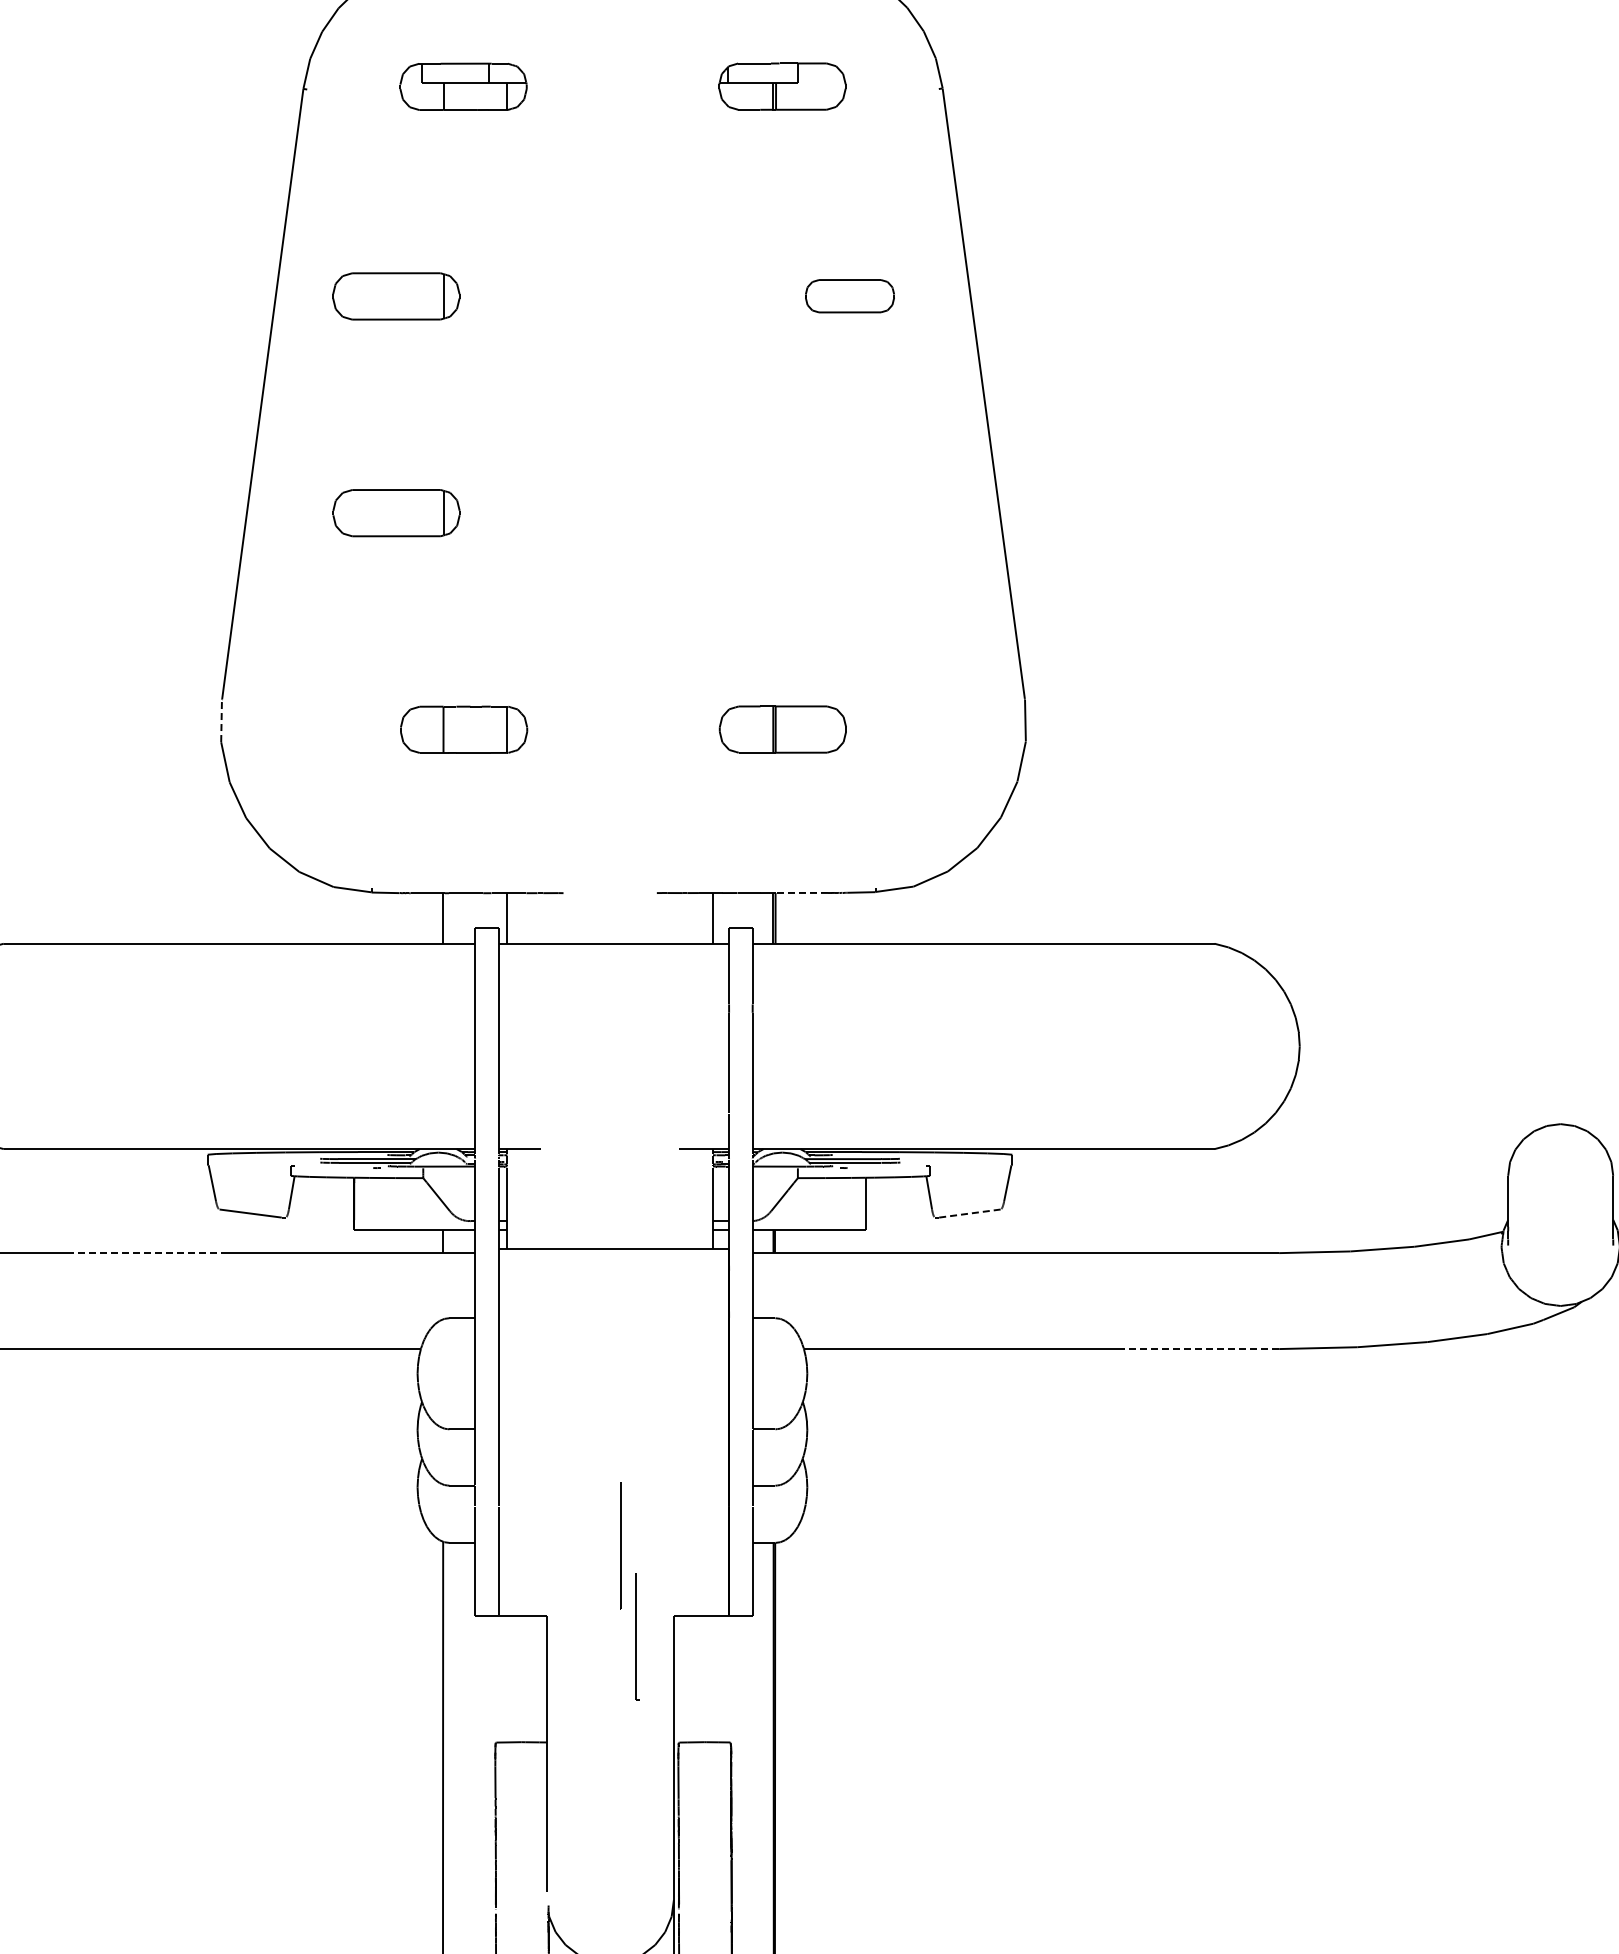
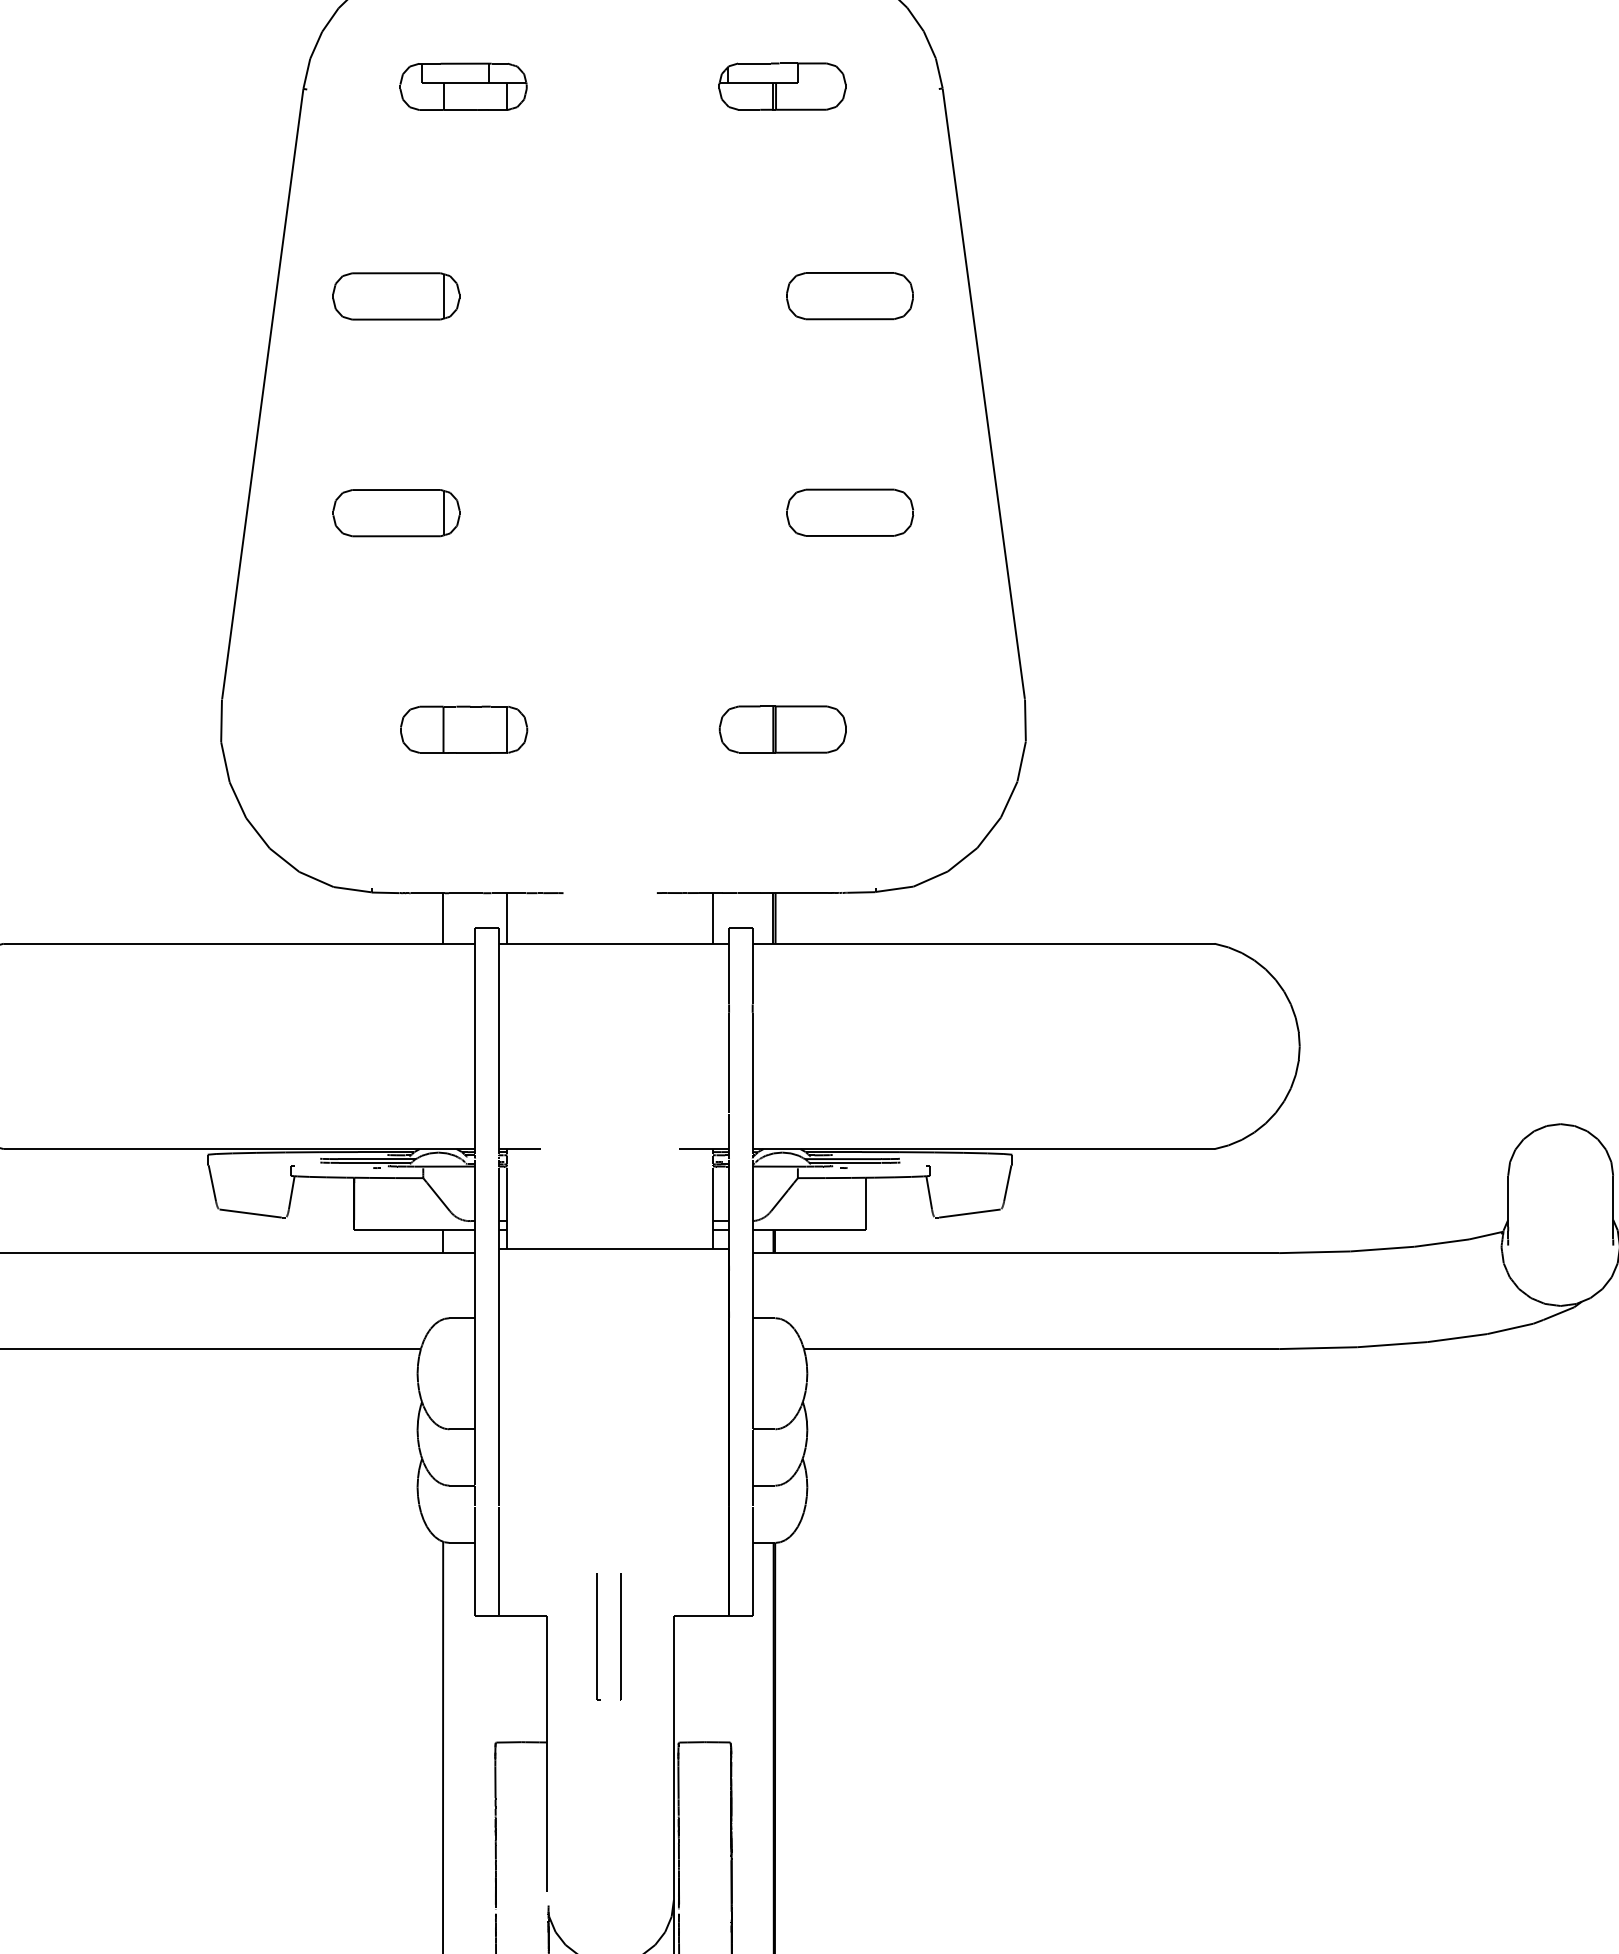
part at (849, 296) size: 90x35 px -> 128x49 px
part at (850, 512): none -> present
line at (221, 720): dashed -> solid
line at (801, 892): dashed -> solid
line at (969, 1213): dashed -> solid
line at (149, 1253): dashed -> solid
line at (1200, 1349): dashed -> solid
line at (620, 1545) position: (620, 1545) -> (620, 1636)
part at (637, 1636) position: (637, 1636) -> (598, 1636)
